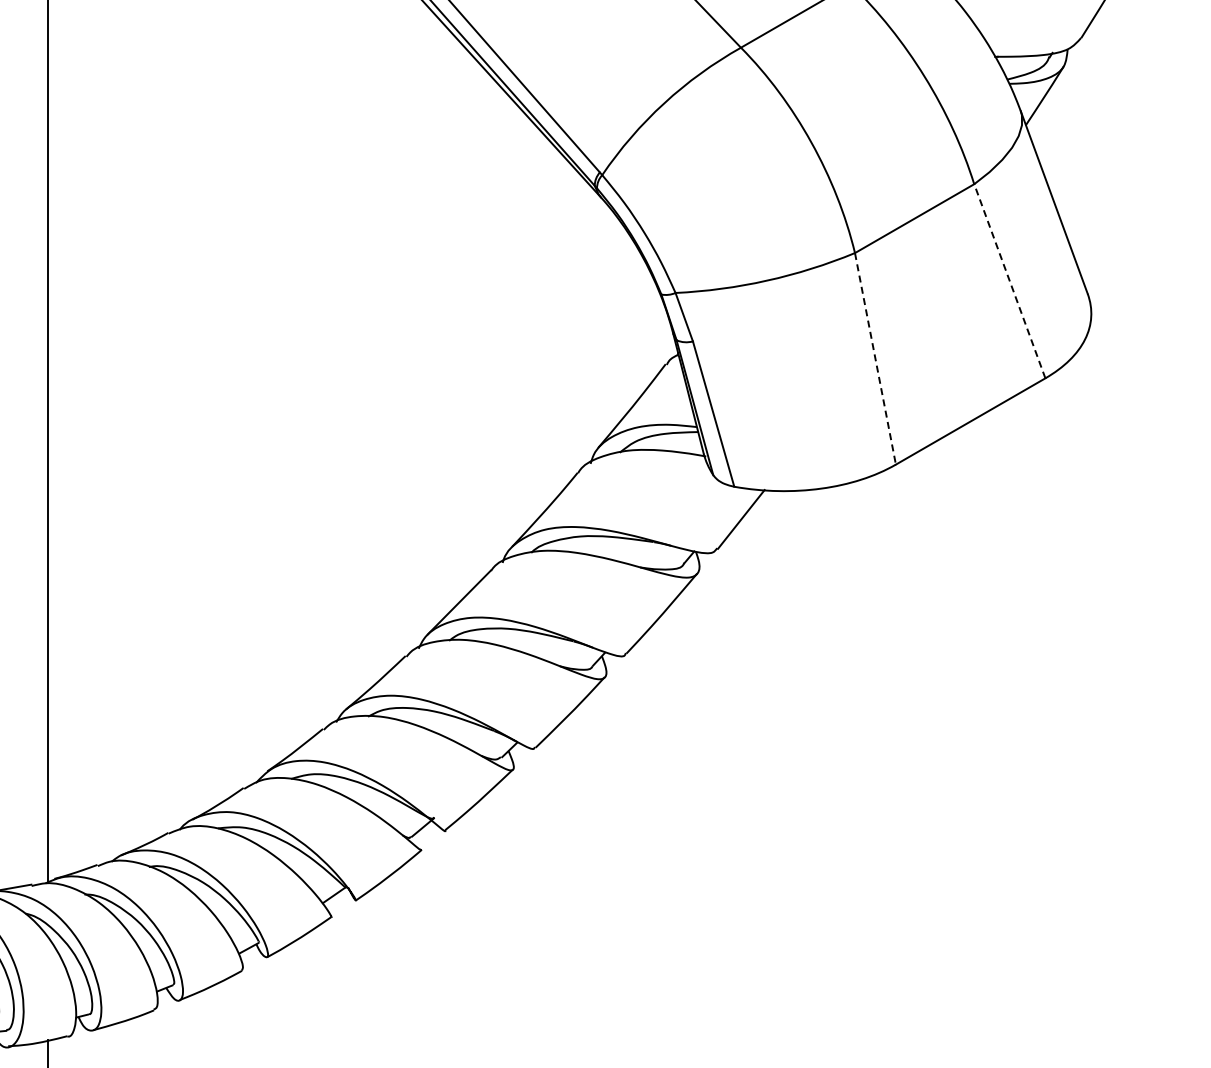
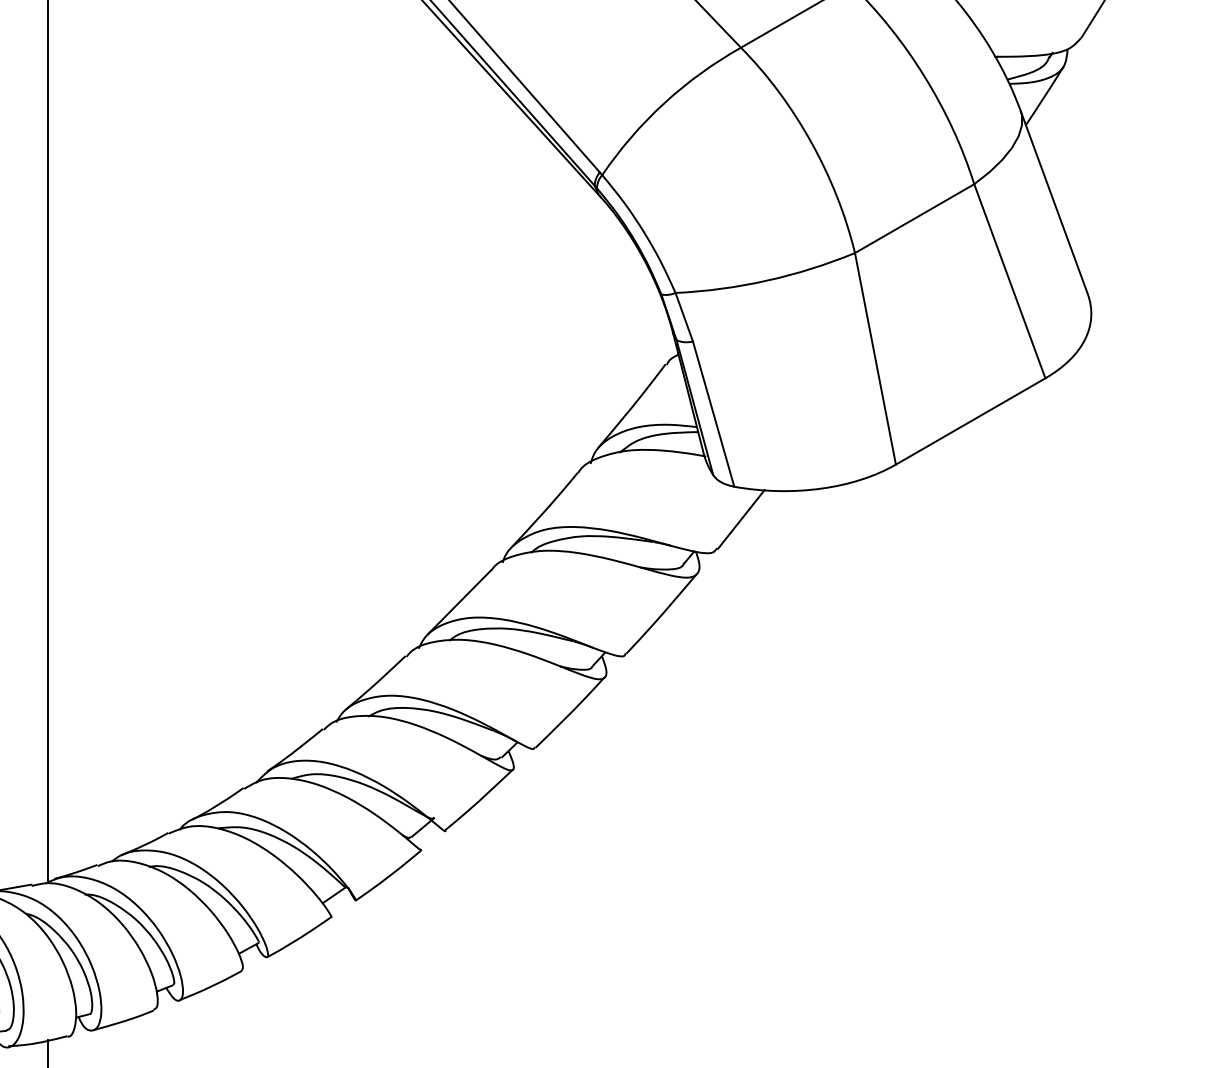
line at (1009, 280): dashed -> solid
line at (875, 358): dashed -> solid
